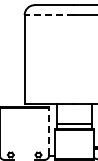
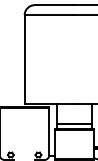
line at (49, 15): dashed -> solid
line at (49, 131): dashed -> solid
